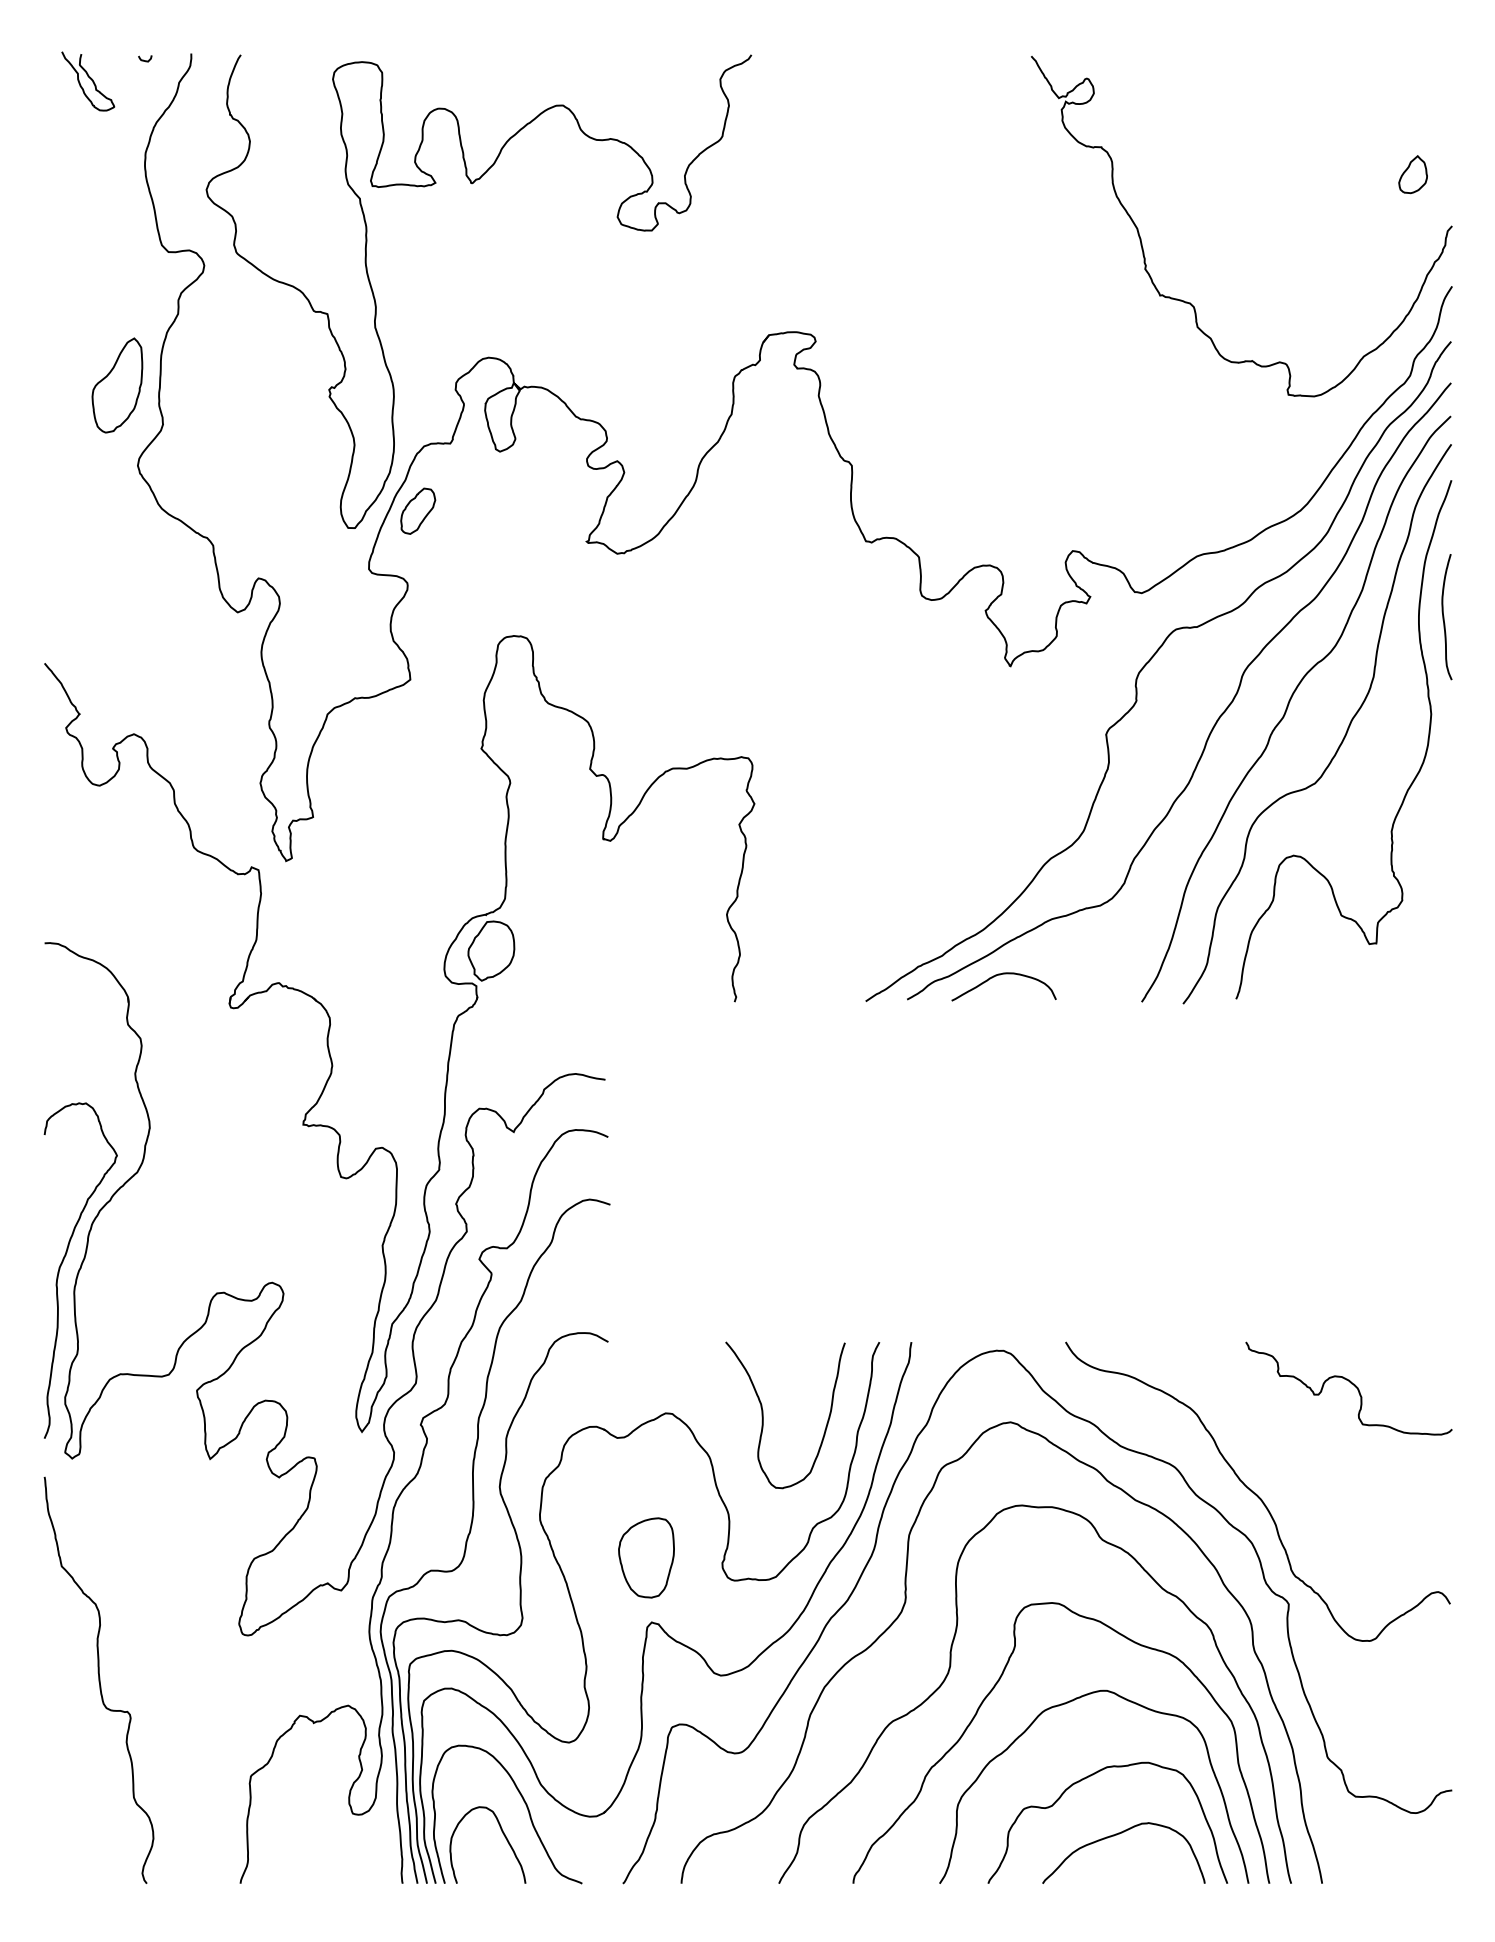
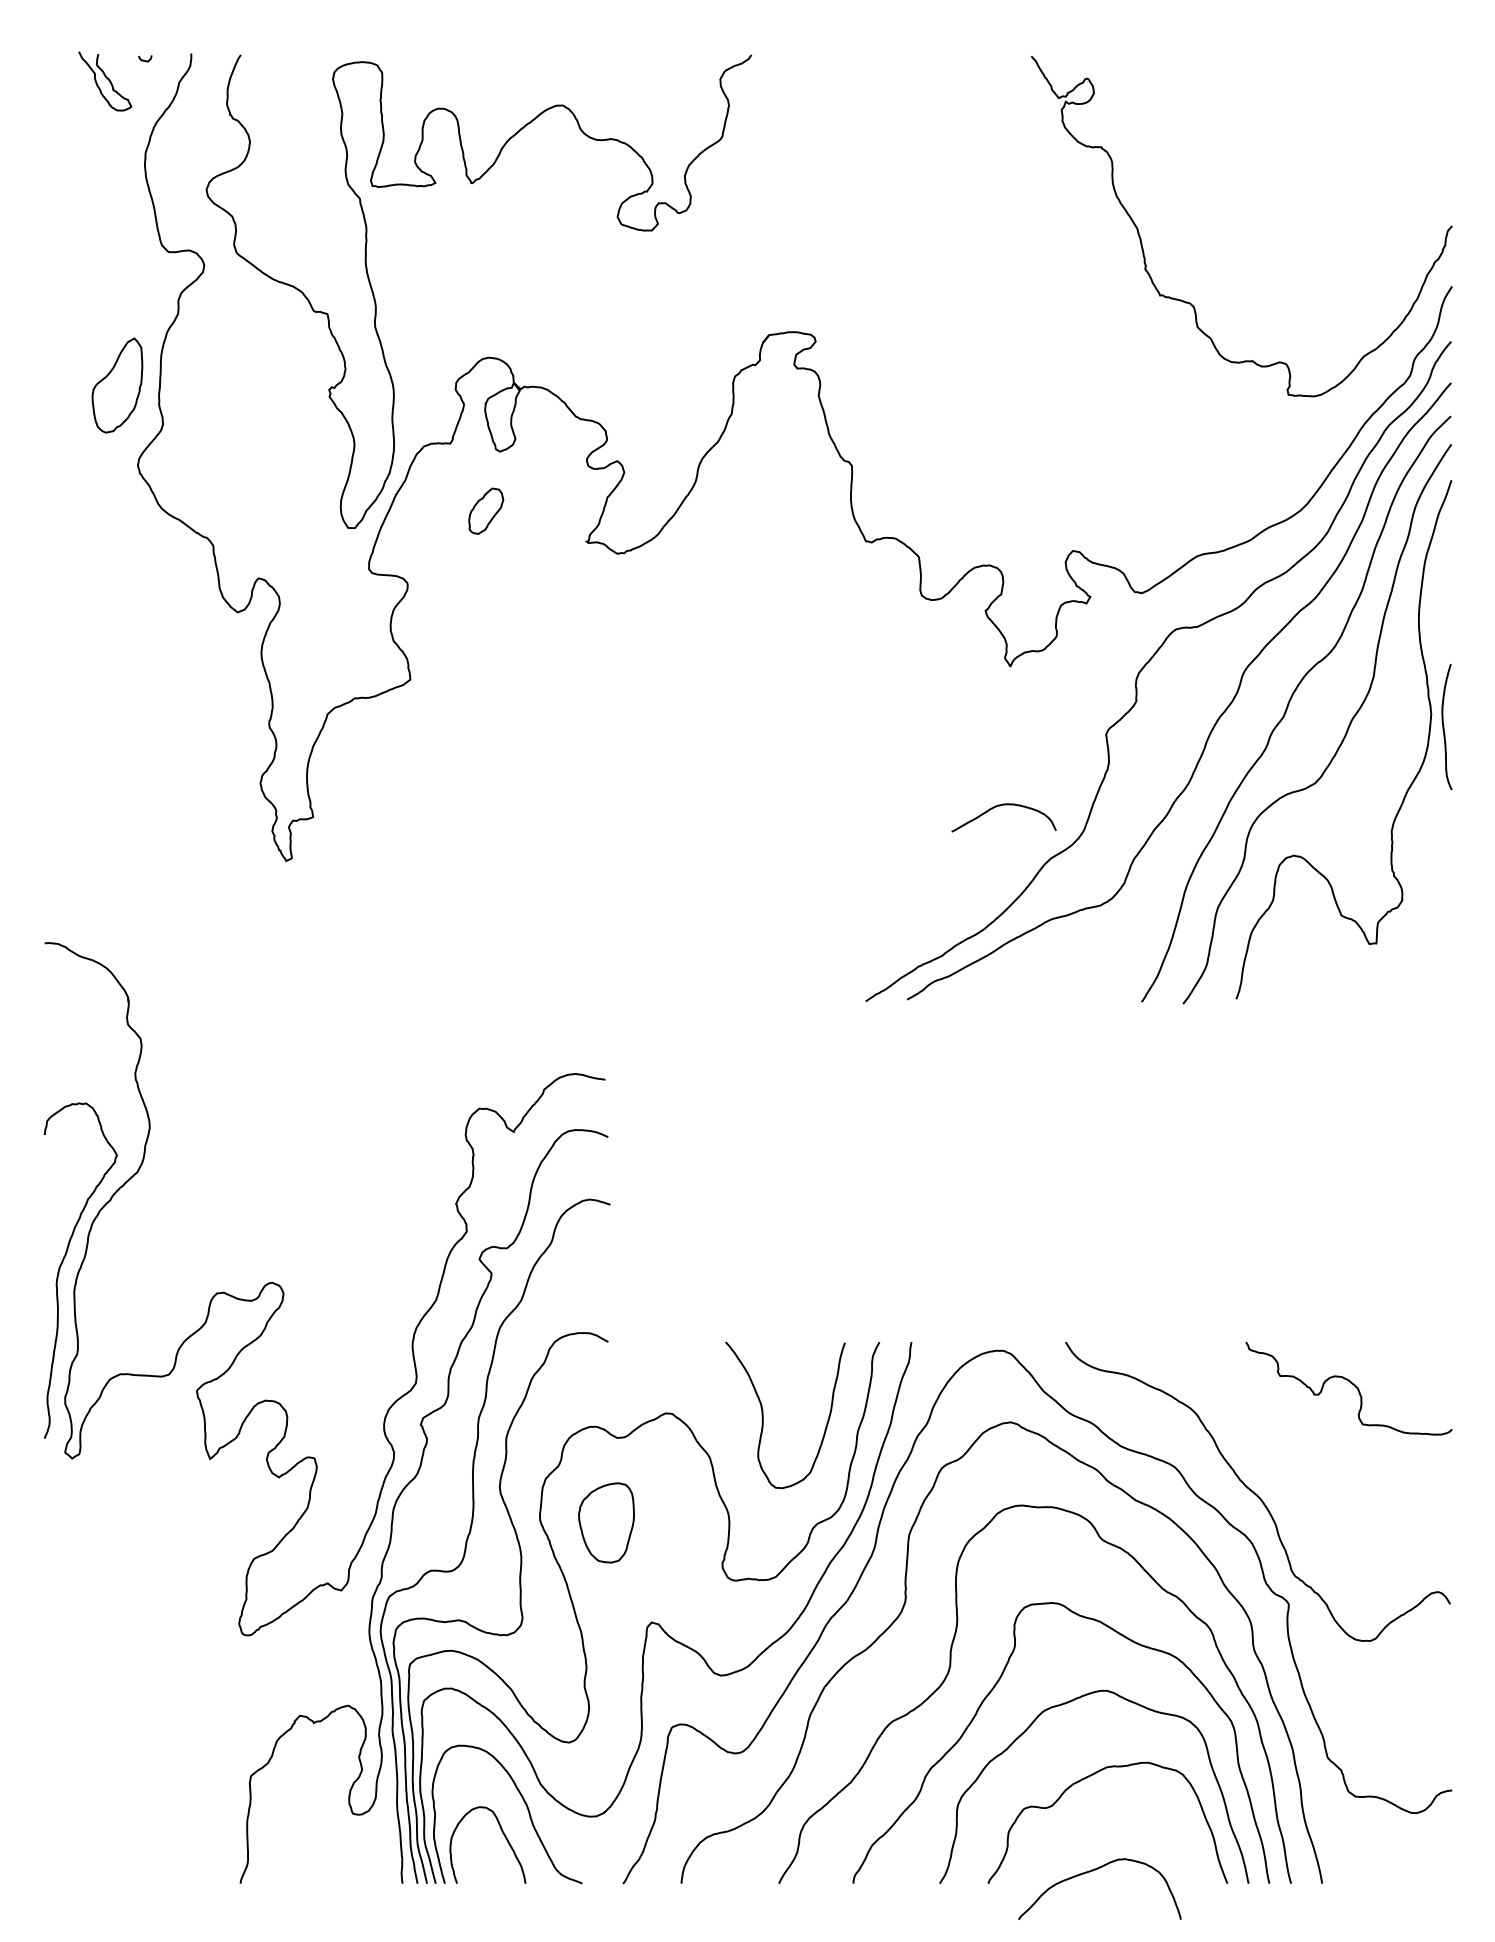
curve at (90, 79) position: (90, 79) -> (107, 79)
part at (1412, 174): present -> none
part at (418, 510) position: (418, 510) -> (486, 510)
curve at (1444, 617) position: (1444, 617) -> (1444, 727)
curve at (1000, 975) position: (1000, 975) -> (1000, 806)
part at (450, 1039): present -> none
part at (646, 1557) position: (646, 1557) -> (606, 1522)
curve at (98, 1679): present -> none
curve at (1114, 1836) position: (1114, 1836) -> (1090, 1872)
